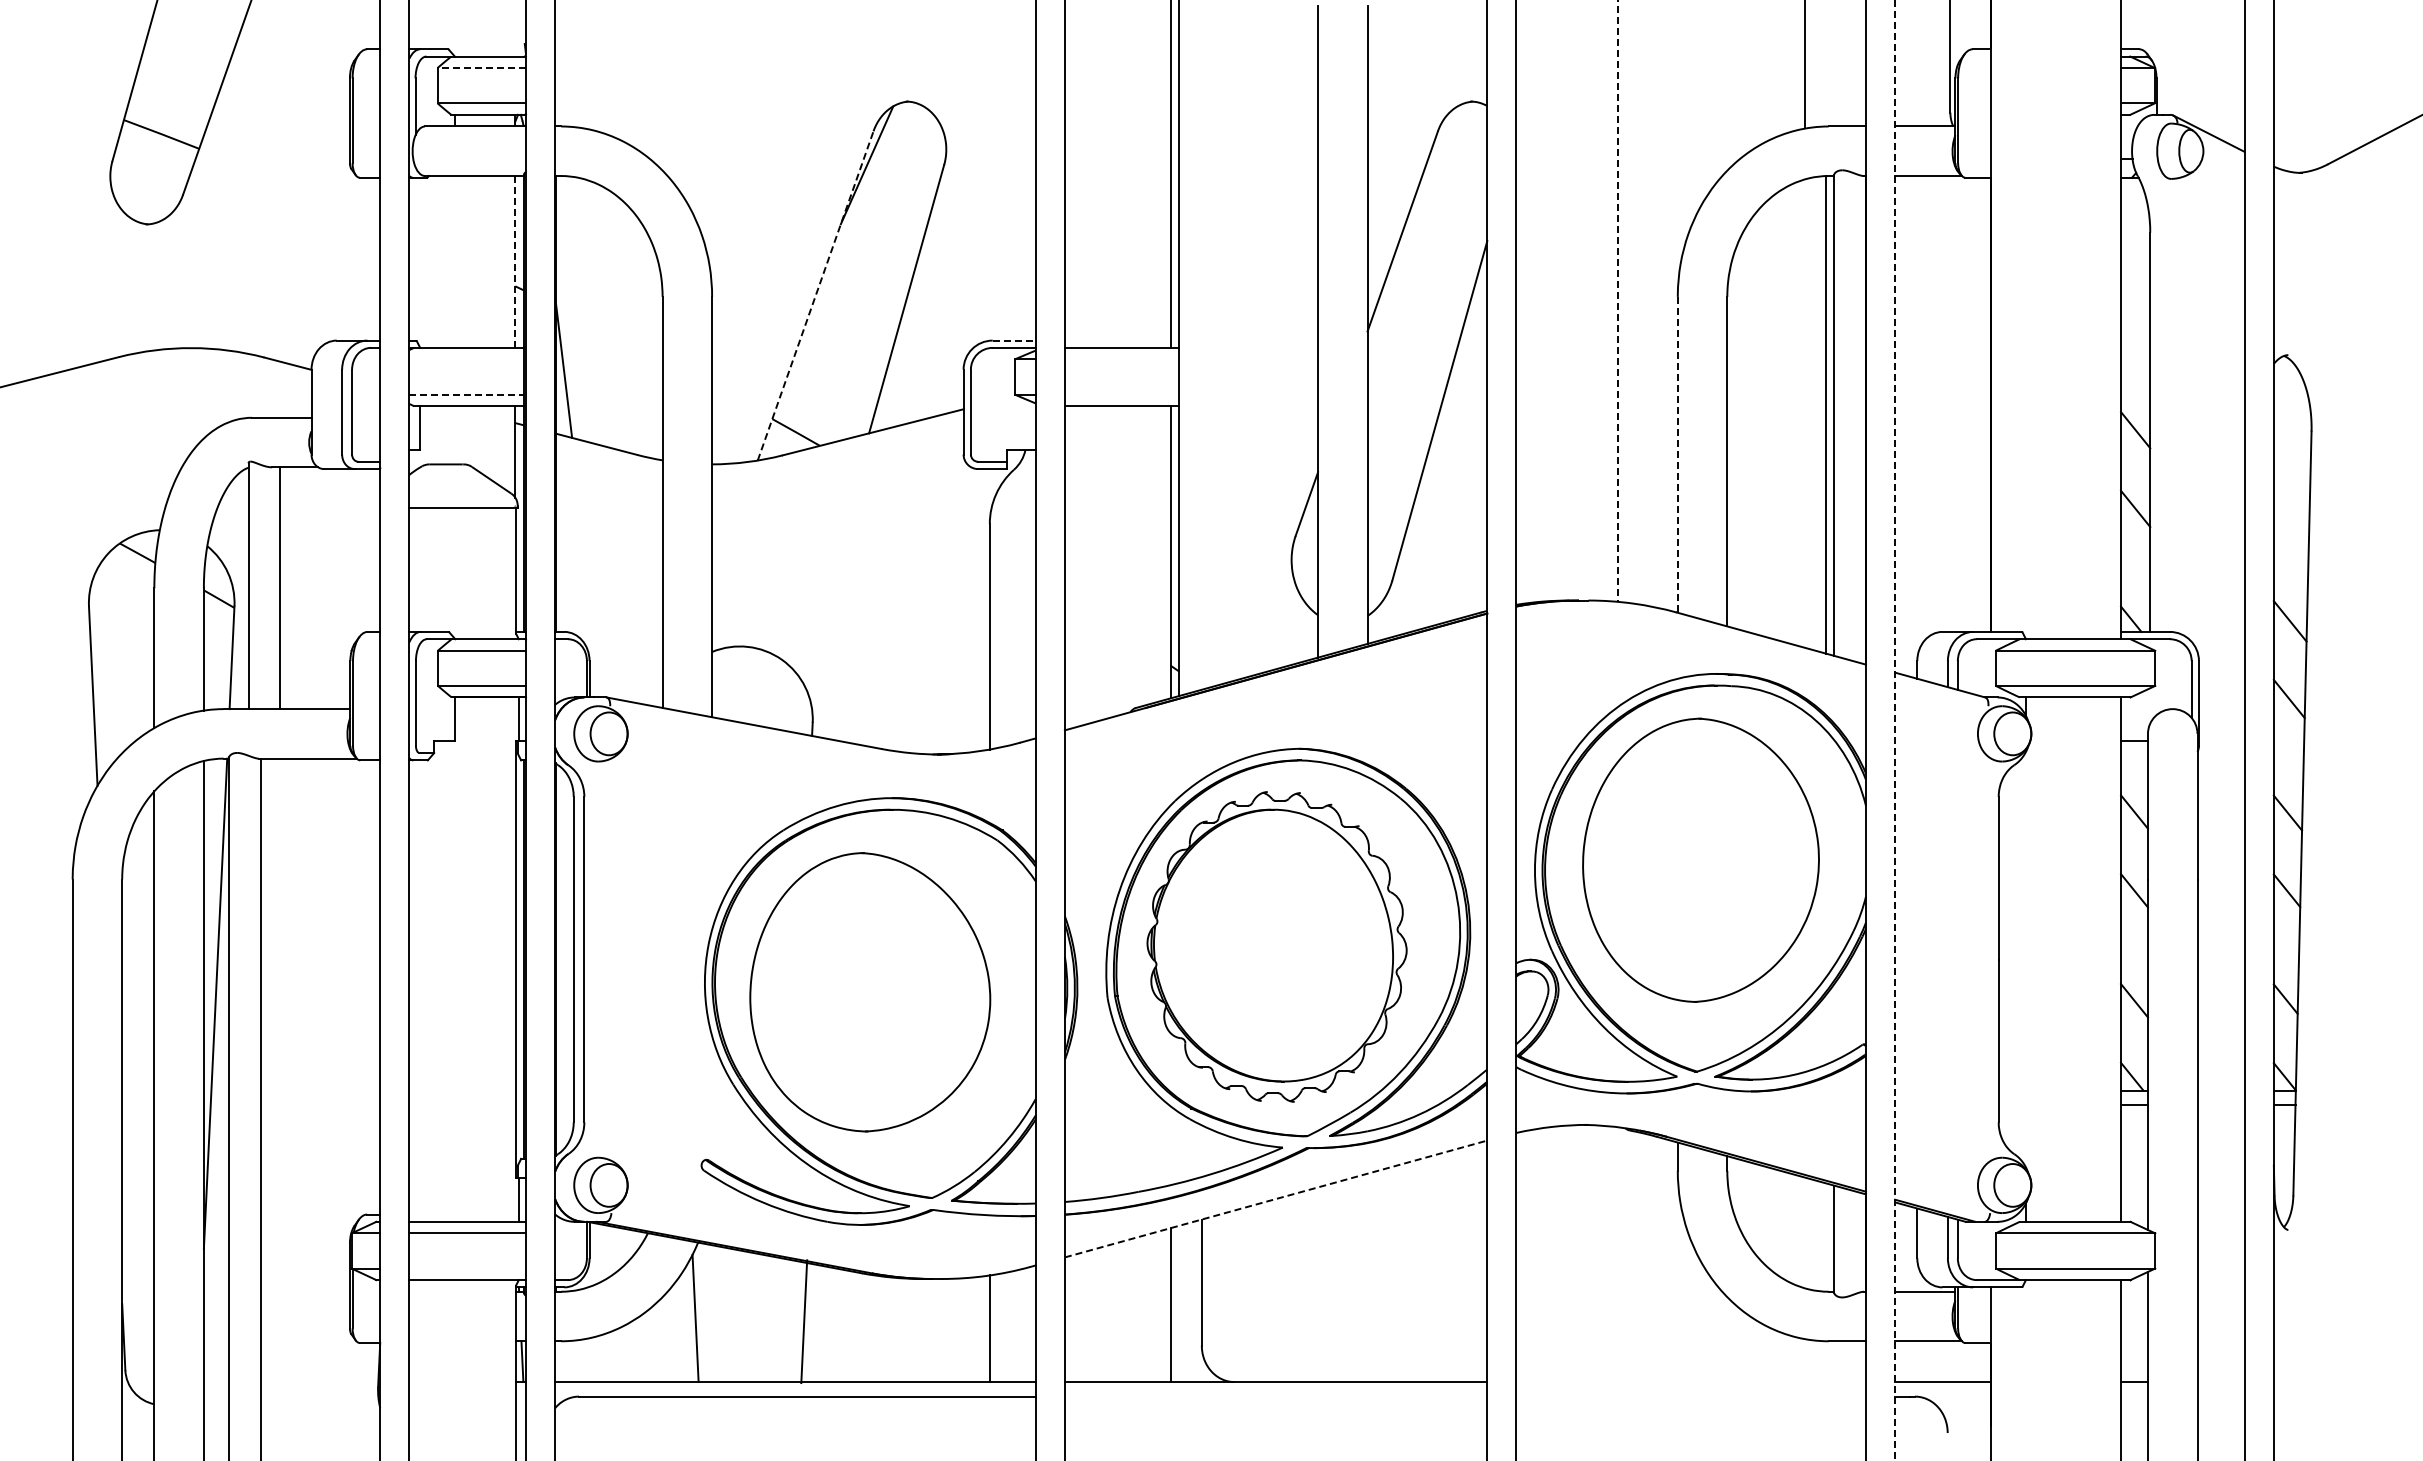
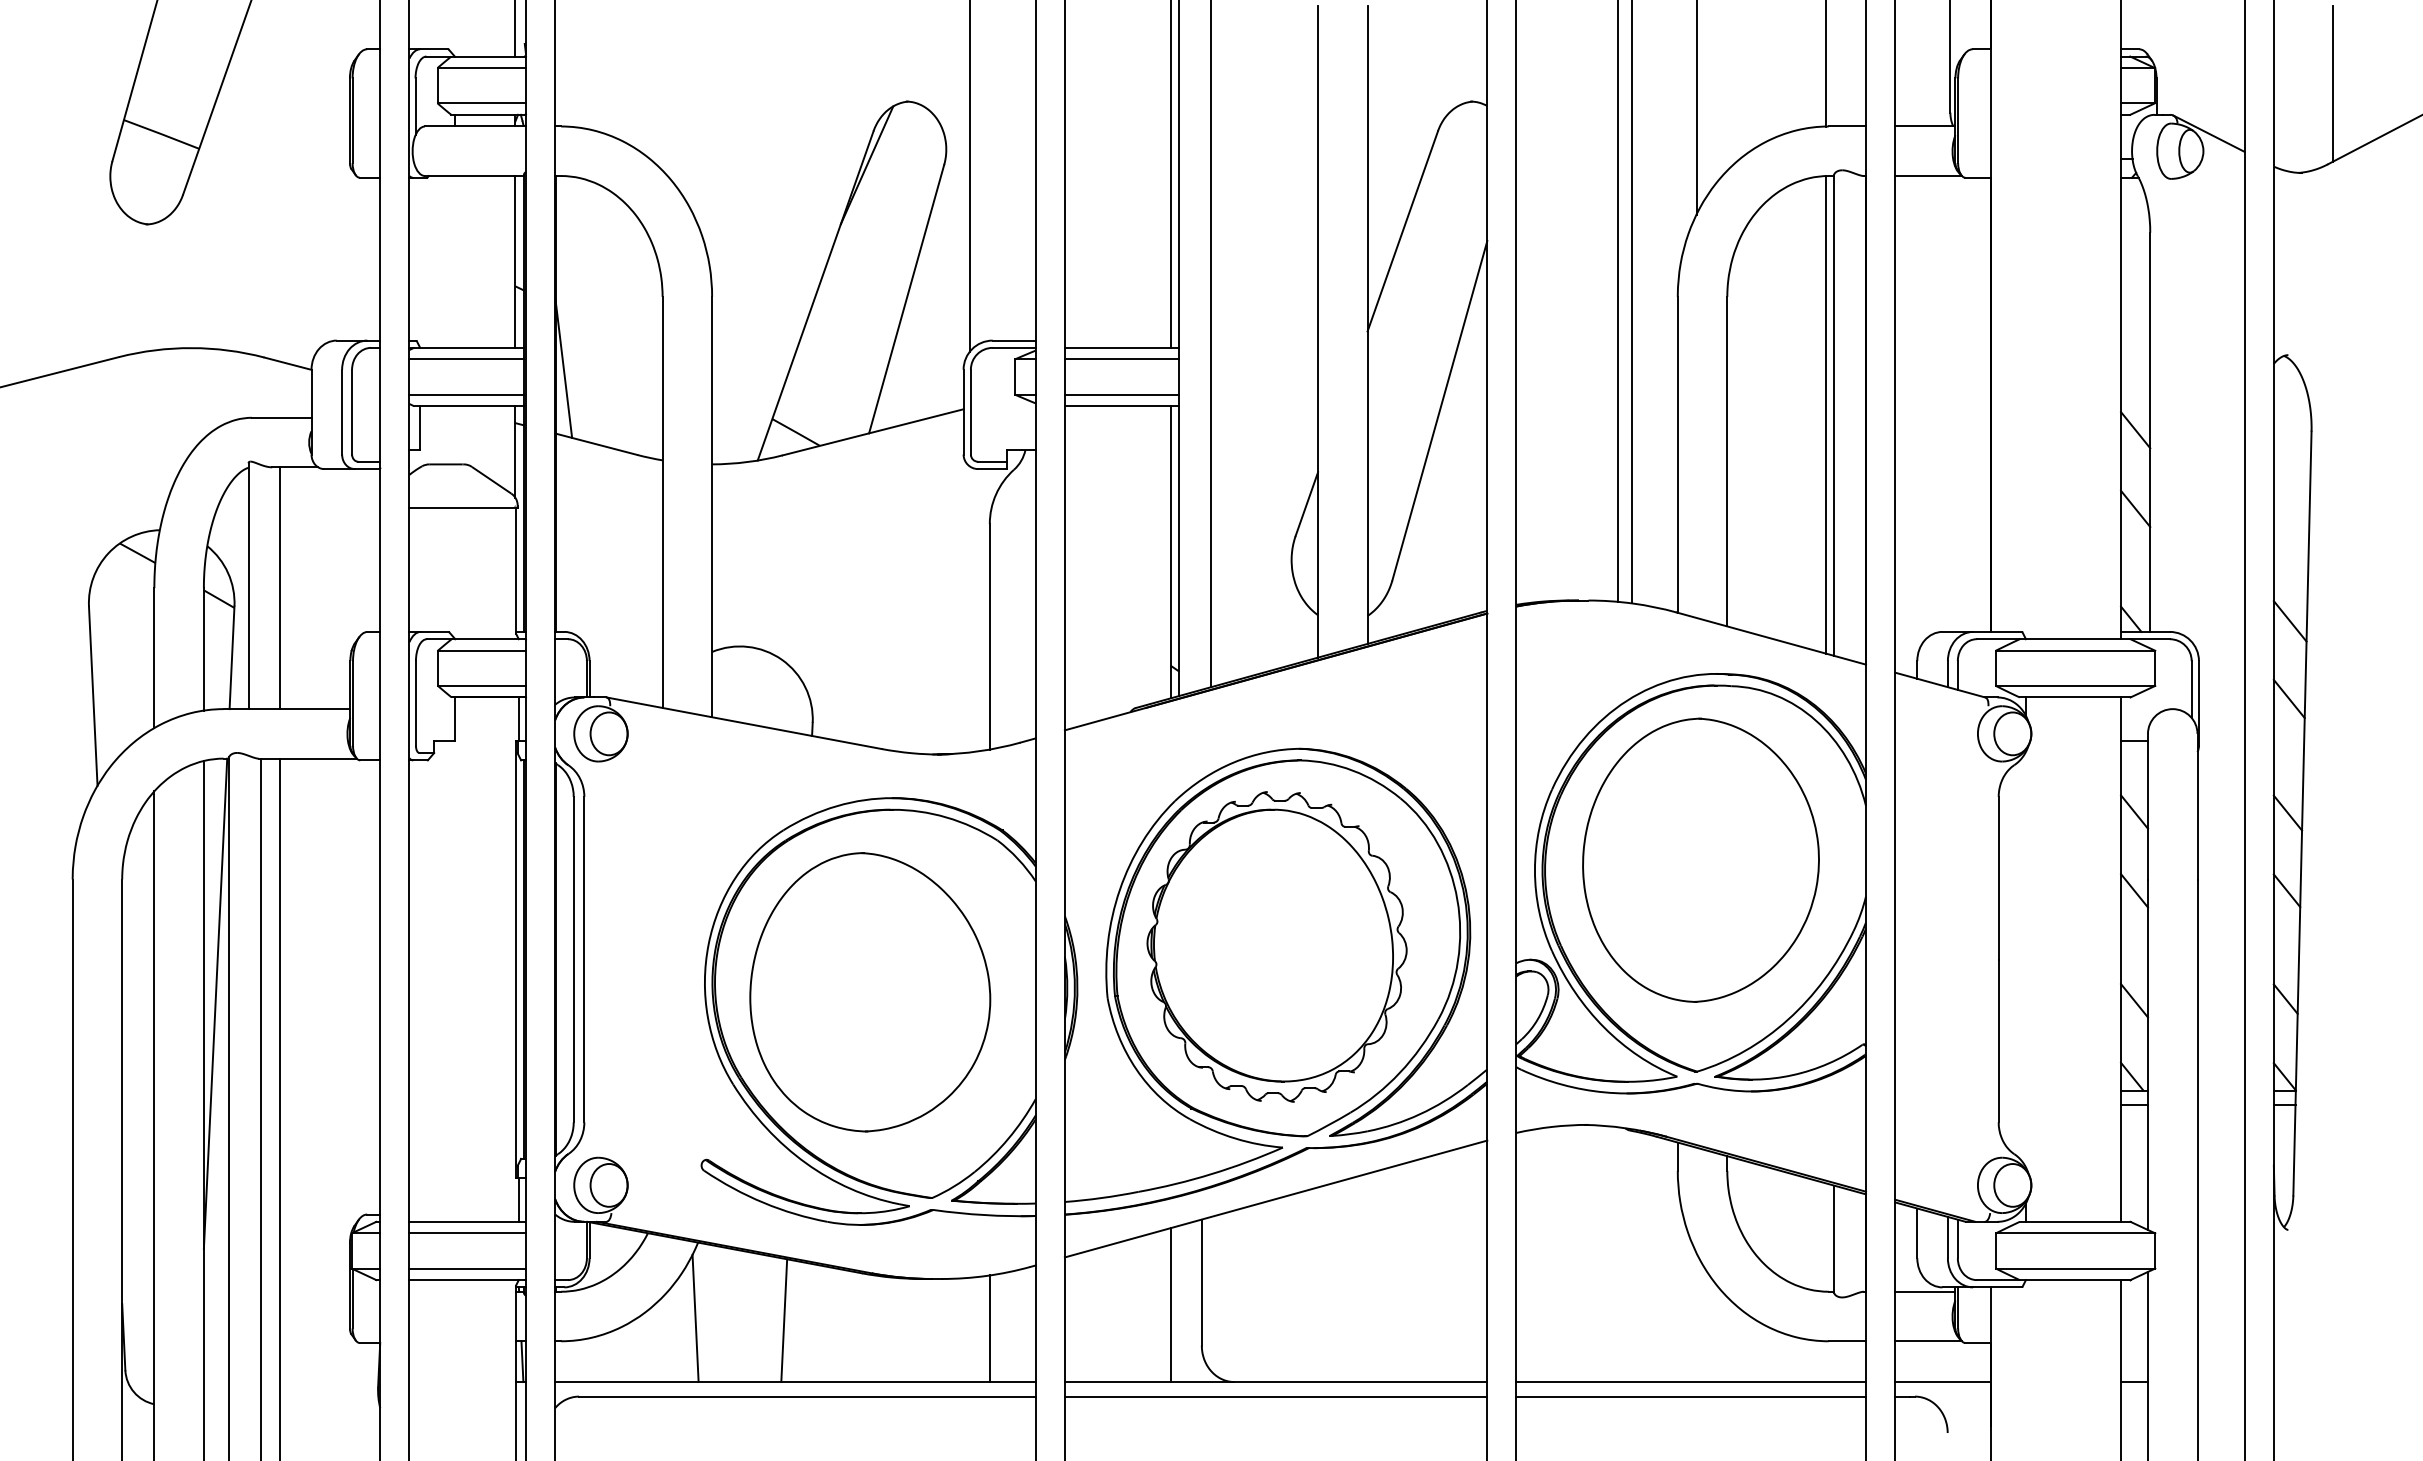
line at (515, 29): none -> present
line at (1805, 64) position: (1805, 64) -> (1826, 64)
line at (481, 68): dashed -> solid
line at (2333, 83): none -> present
line at (1696, 108): none -> present
line at (969, 177): none -> present
line at (515, 261): dashed -> solid
line at (815, 295): dashed -> solid
line at (1618, 301): dashed -> solid
line at (1632, 302): none -> present
line at (1014, 340): dashed -> solid
line at (1211, 344): none -> present
line at (466, 359): none -> present
line at (1121, 359): none -> present
line at (467, 394): dashed -> solid
line at (1121, 394): none -> present
line at (1677, 454): dashed -> solid
line at (1895, 731): dashed -> solid
line at (280, 1107): none -> present
line at (1276, 1198): dashed -> solid
line at (467, 1268): none -> present
line at (804, 1321) position: (804, 1321) -> (784, 1320)
line at (1691, 1382): none -> present
line at (1275, 1396): none -> present
line at (1691, 1396): none -> present
